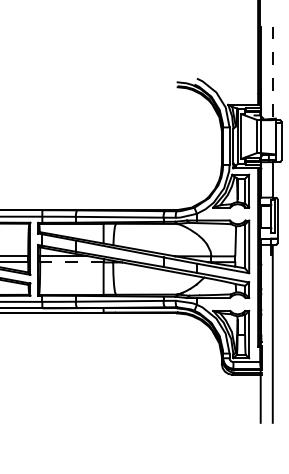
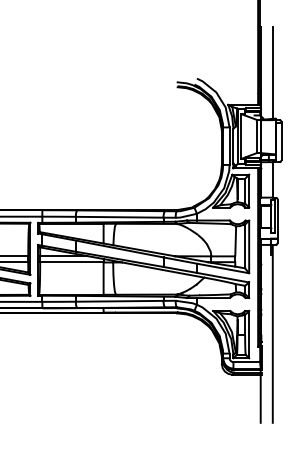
line at (272, 73): dashed -> solid
line at (71, 262): dashed -> solid
